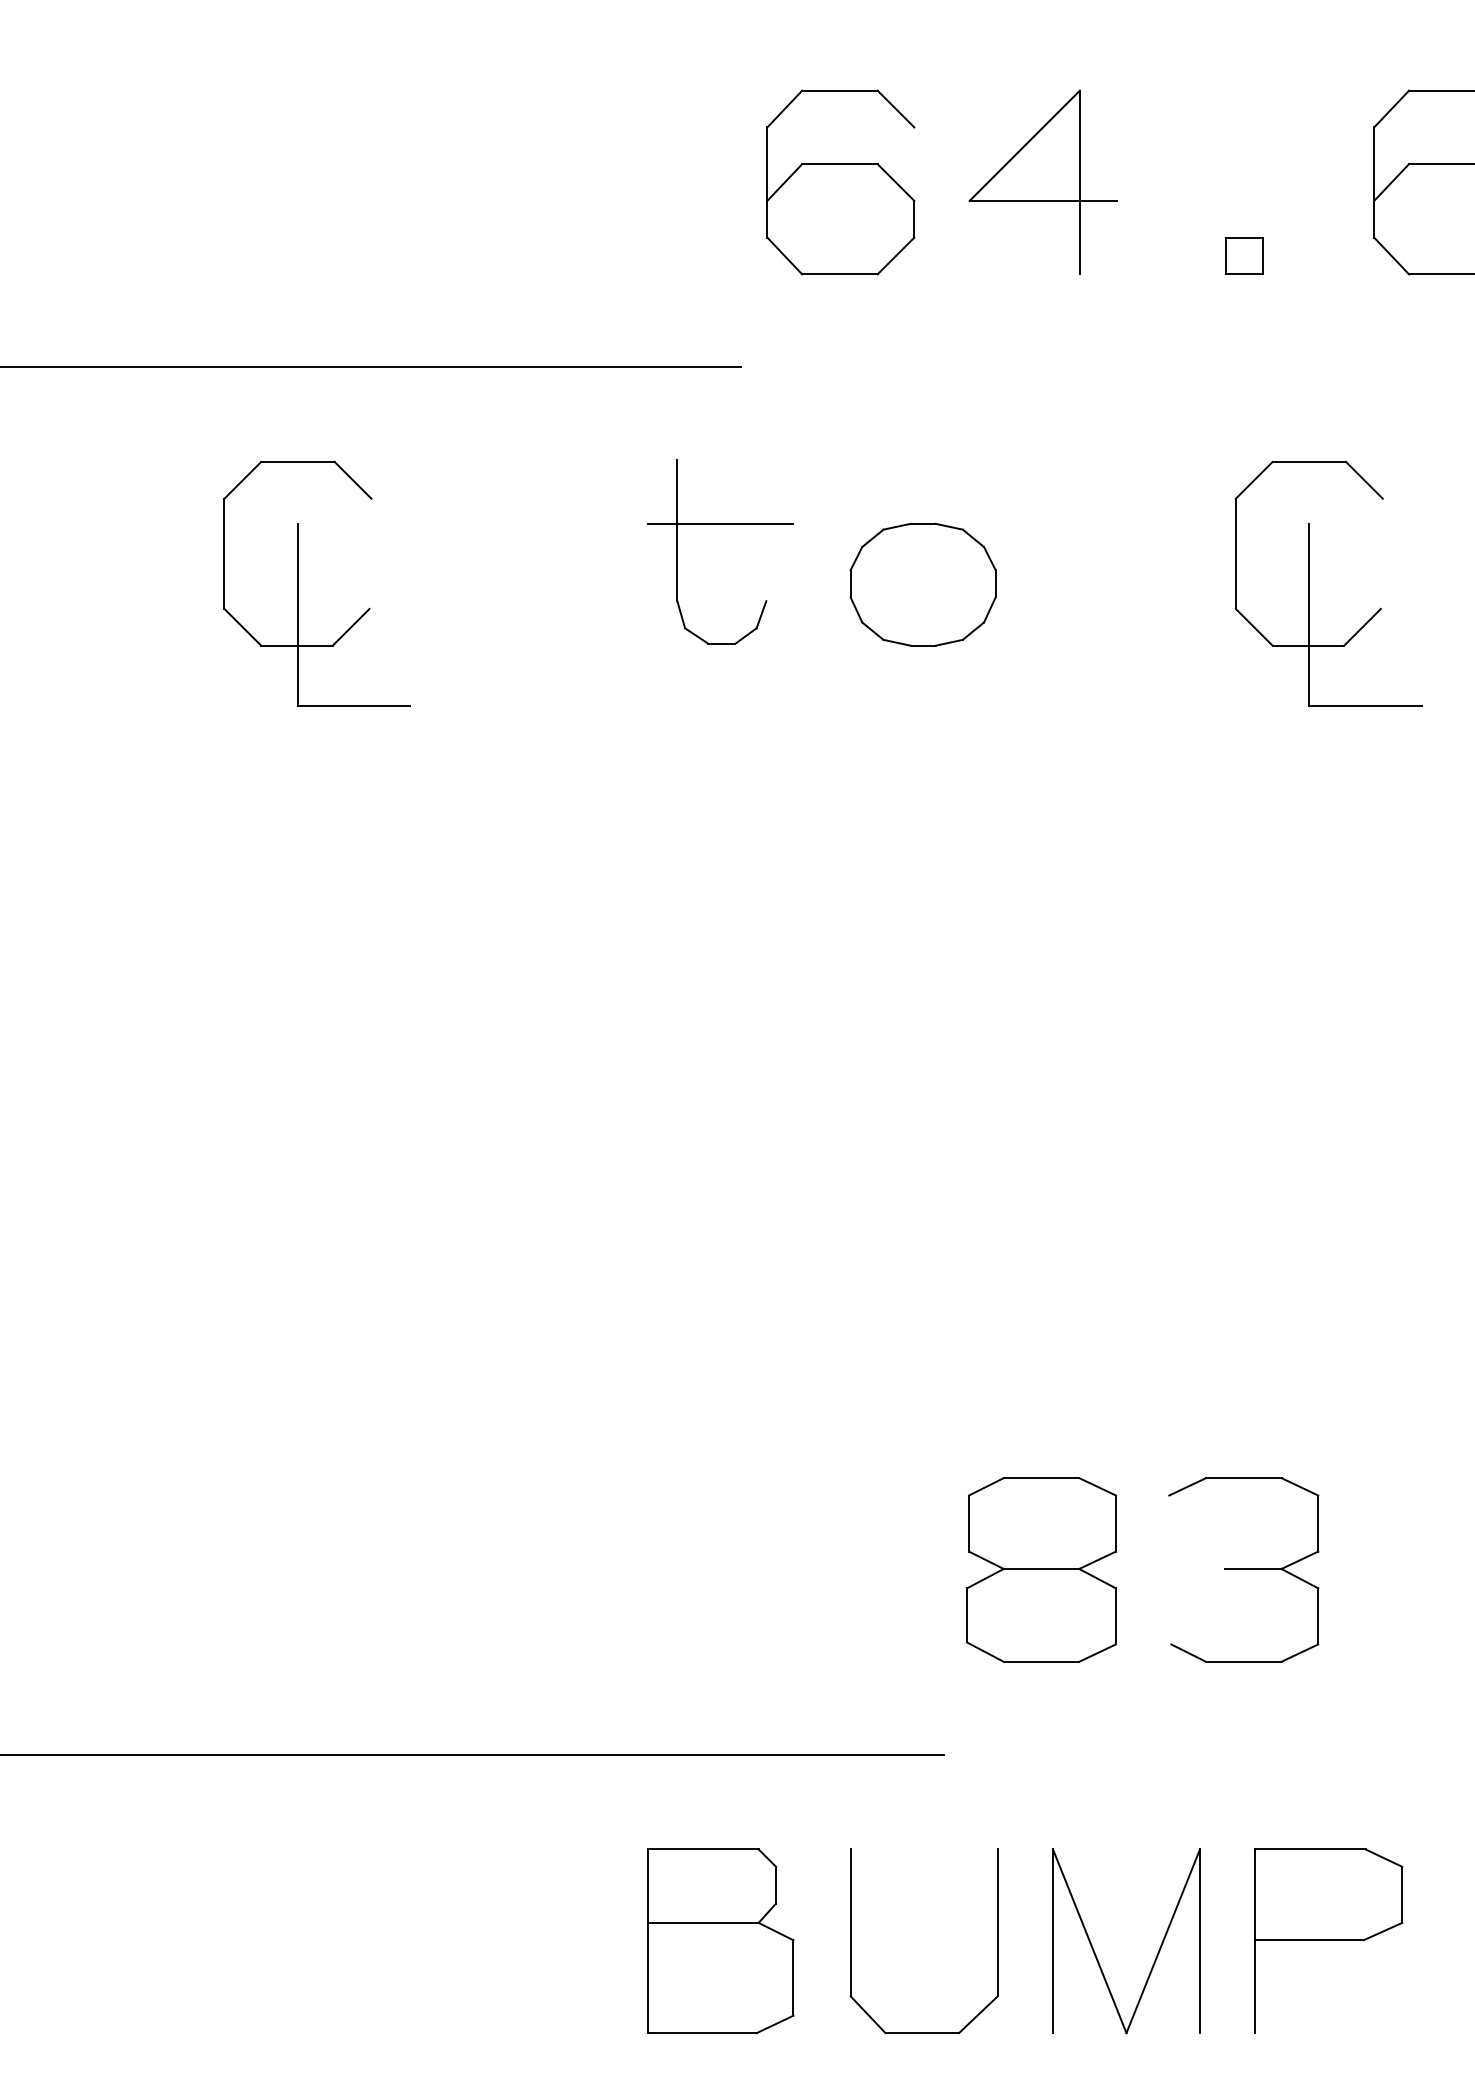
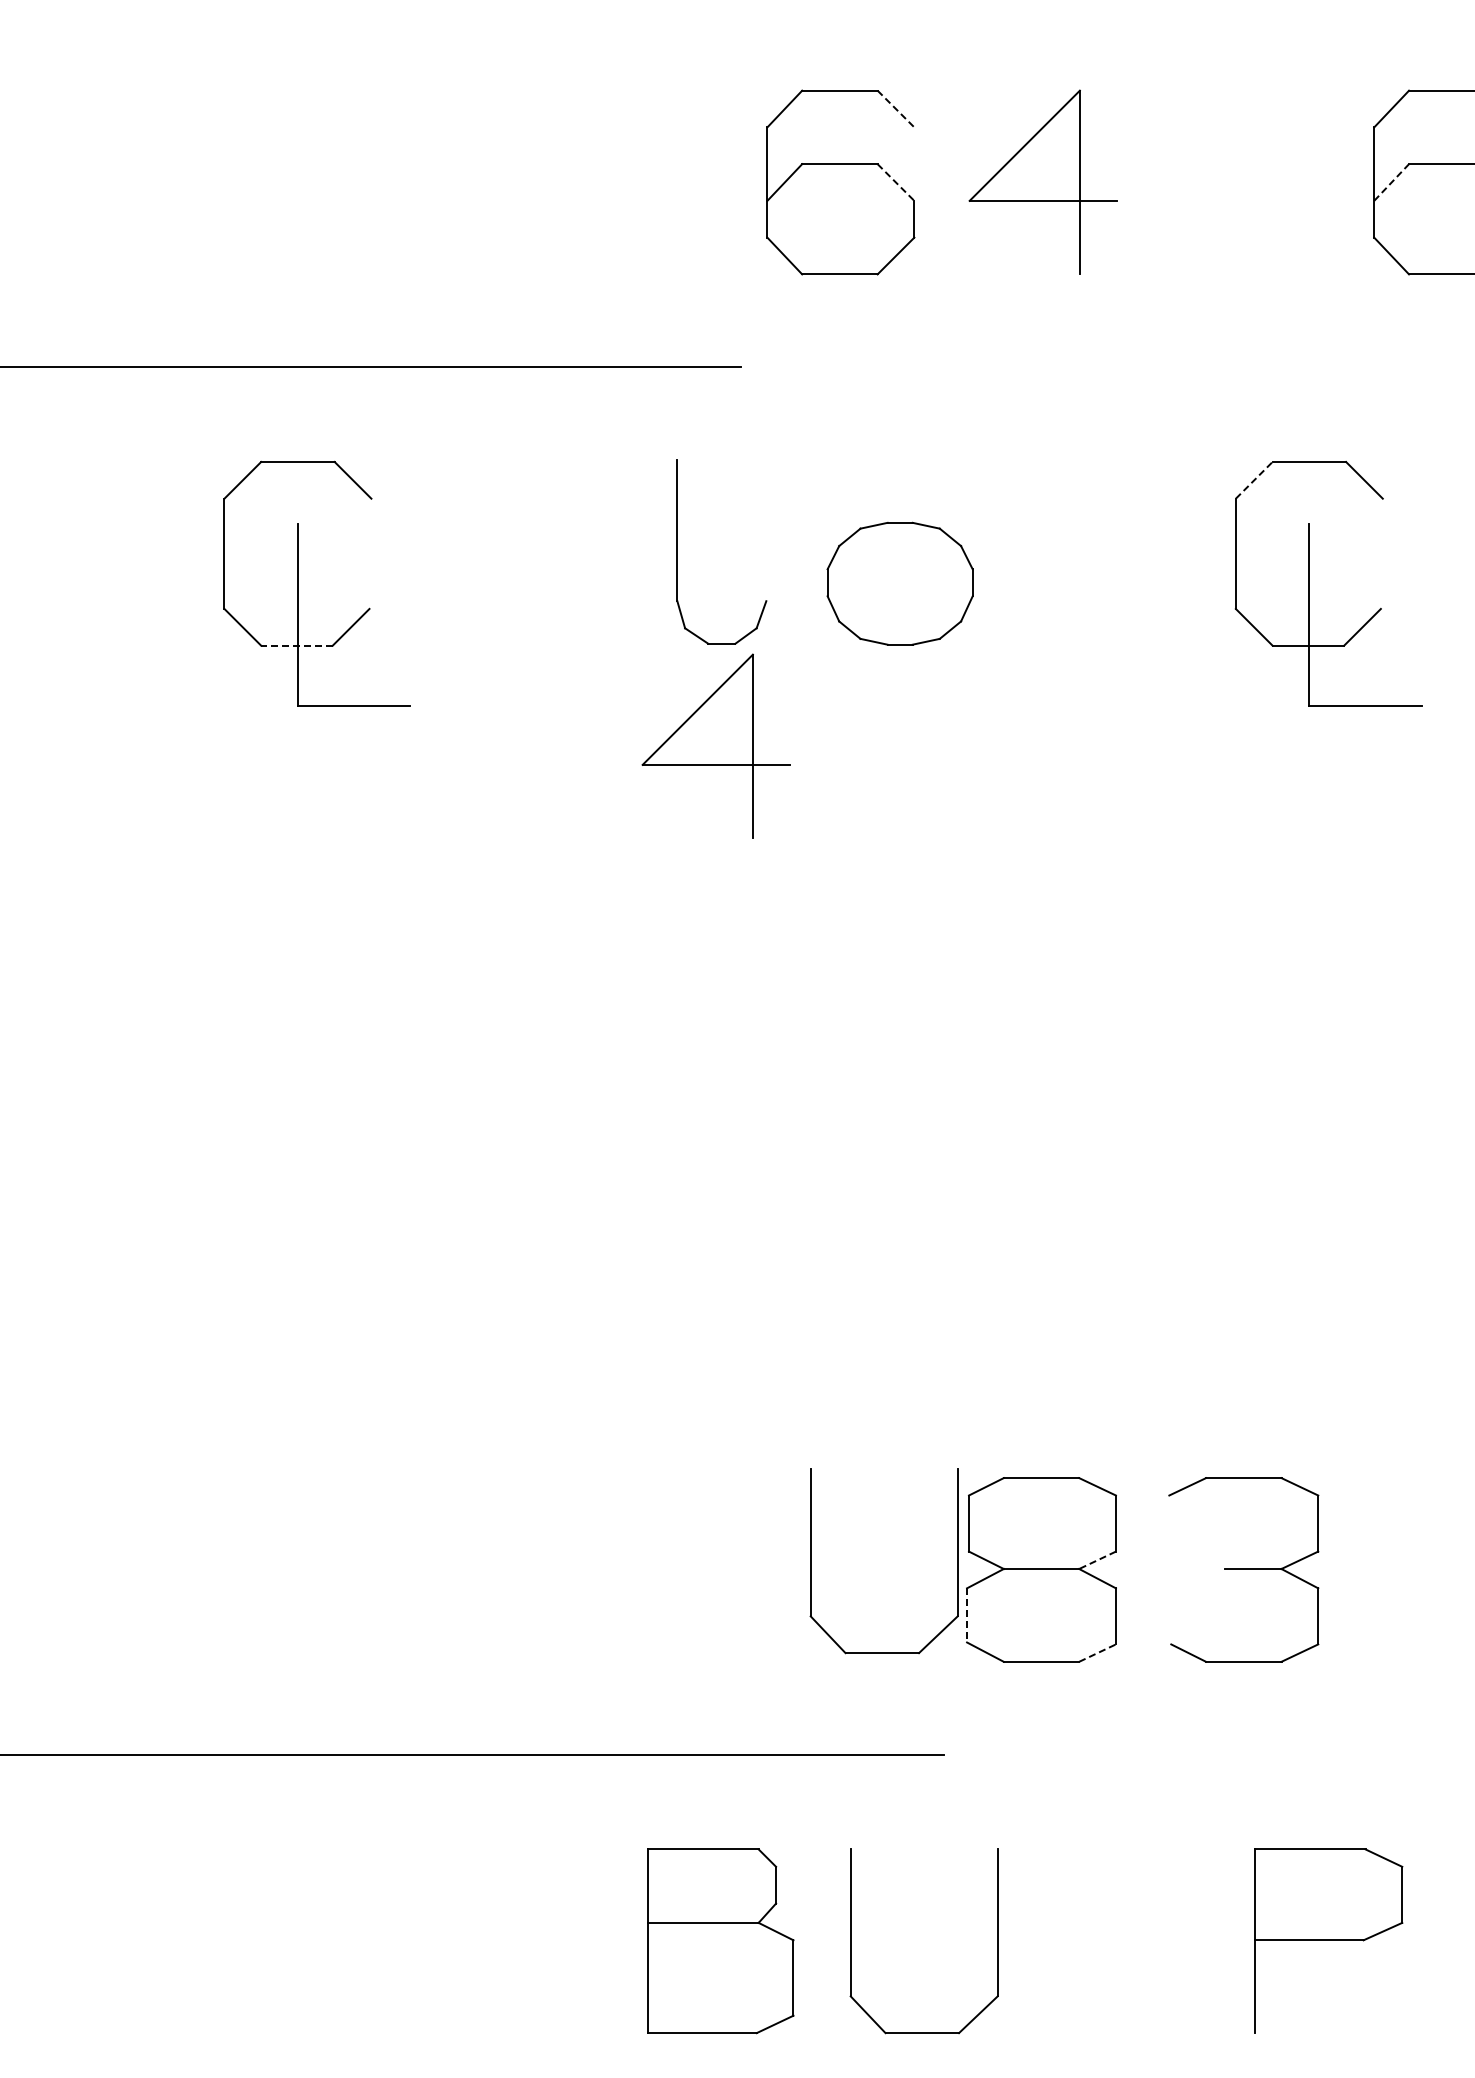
line at (895, 109): solid -> dashed
line at (895, 182): solid -> dashed
line at (1391, 182): solid -> dashed
part at (1244, 255): present -> none
line at (1254, 480): solid -> dashed
line at (720, 523): present -> none
part at (922, 584) position: (922, 584) -> (899, 583)
line at (296, 645): solid -> dashed
part at (715, 745): none -> present
line at (1097, 1560): solid -> dashed
part at (811, 1561): none -> present
line at (967, 1615): solid -> dashed
line at (1098, 1652): solid -> dashed
part at (1095, 1952): present -> none
